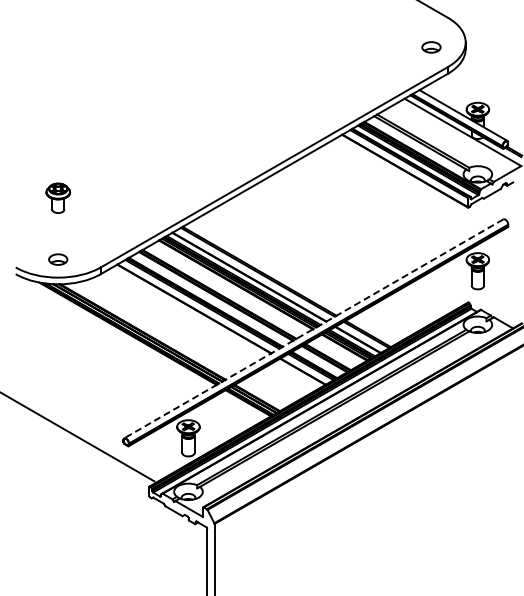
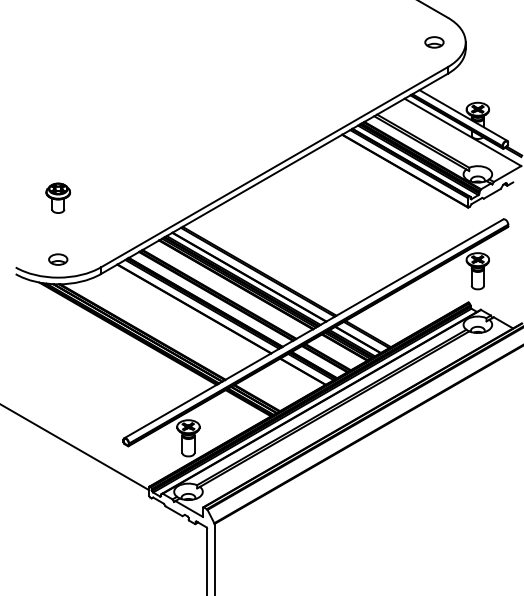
part at (431, 47) position: (431, 47) -> (434, 42)
line at (313, 328): dashed -> solid
line at (78, 437) position: (78, 437) -> (75, 447)
